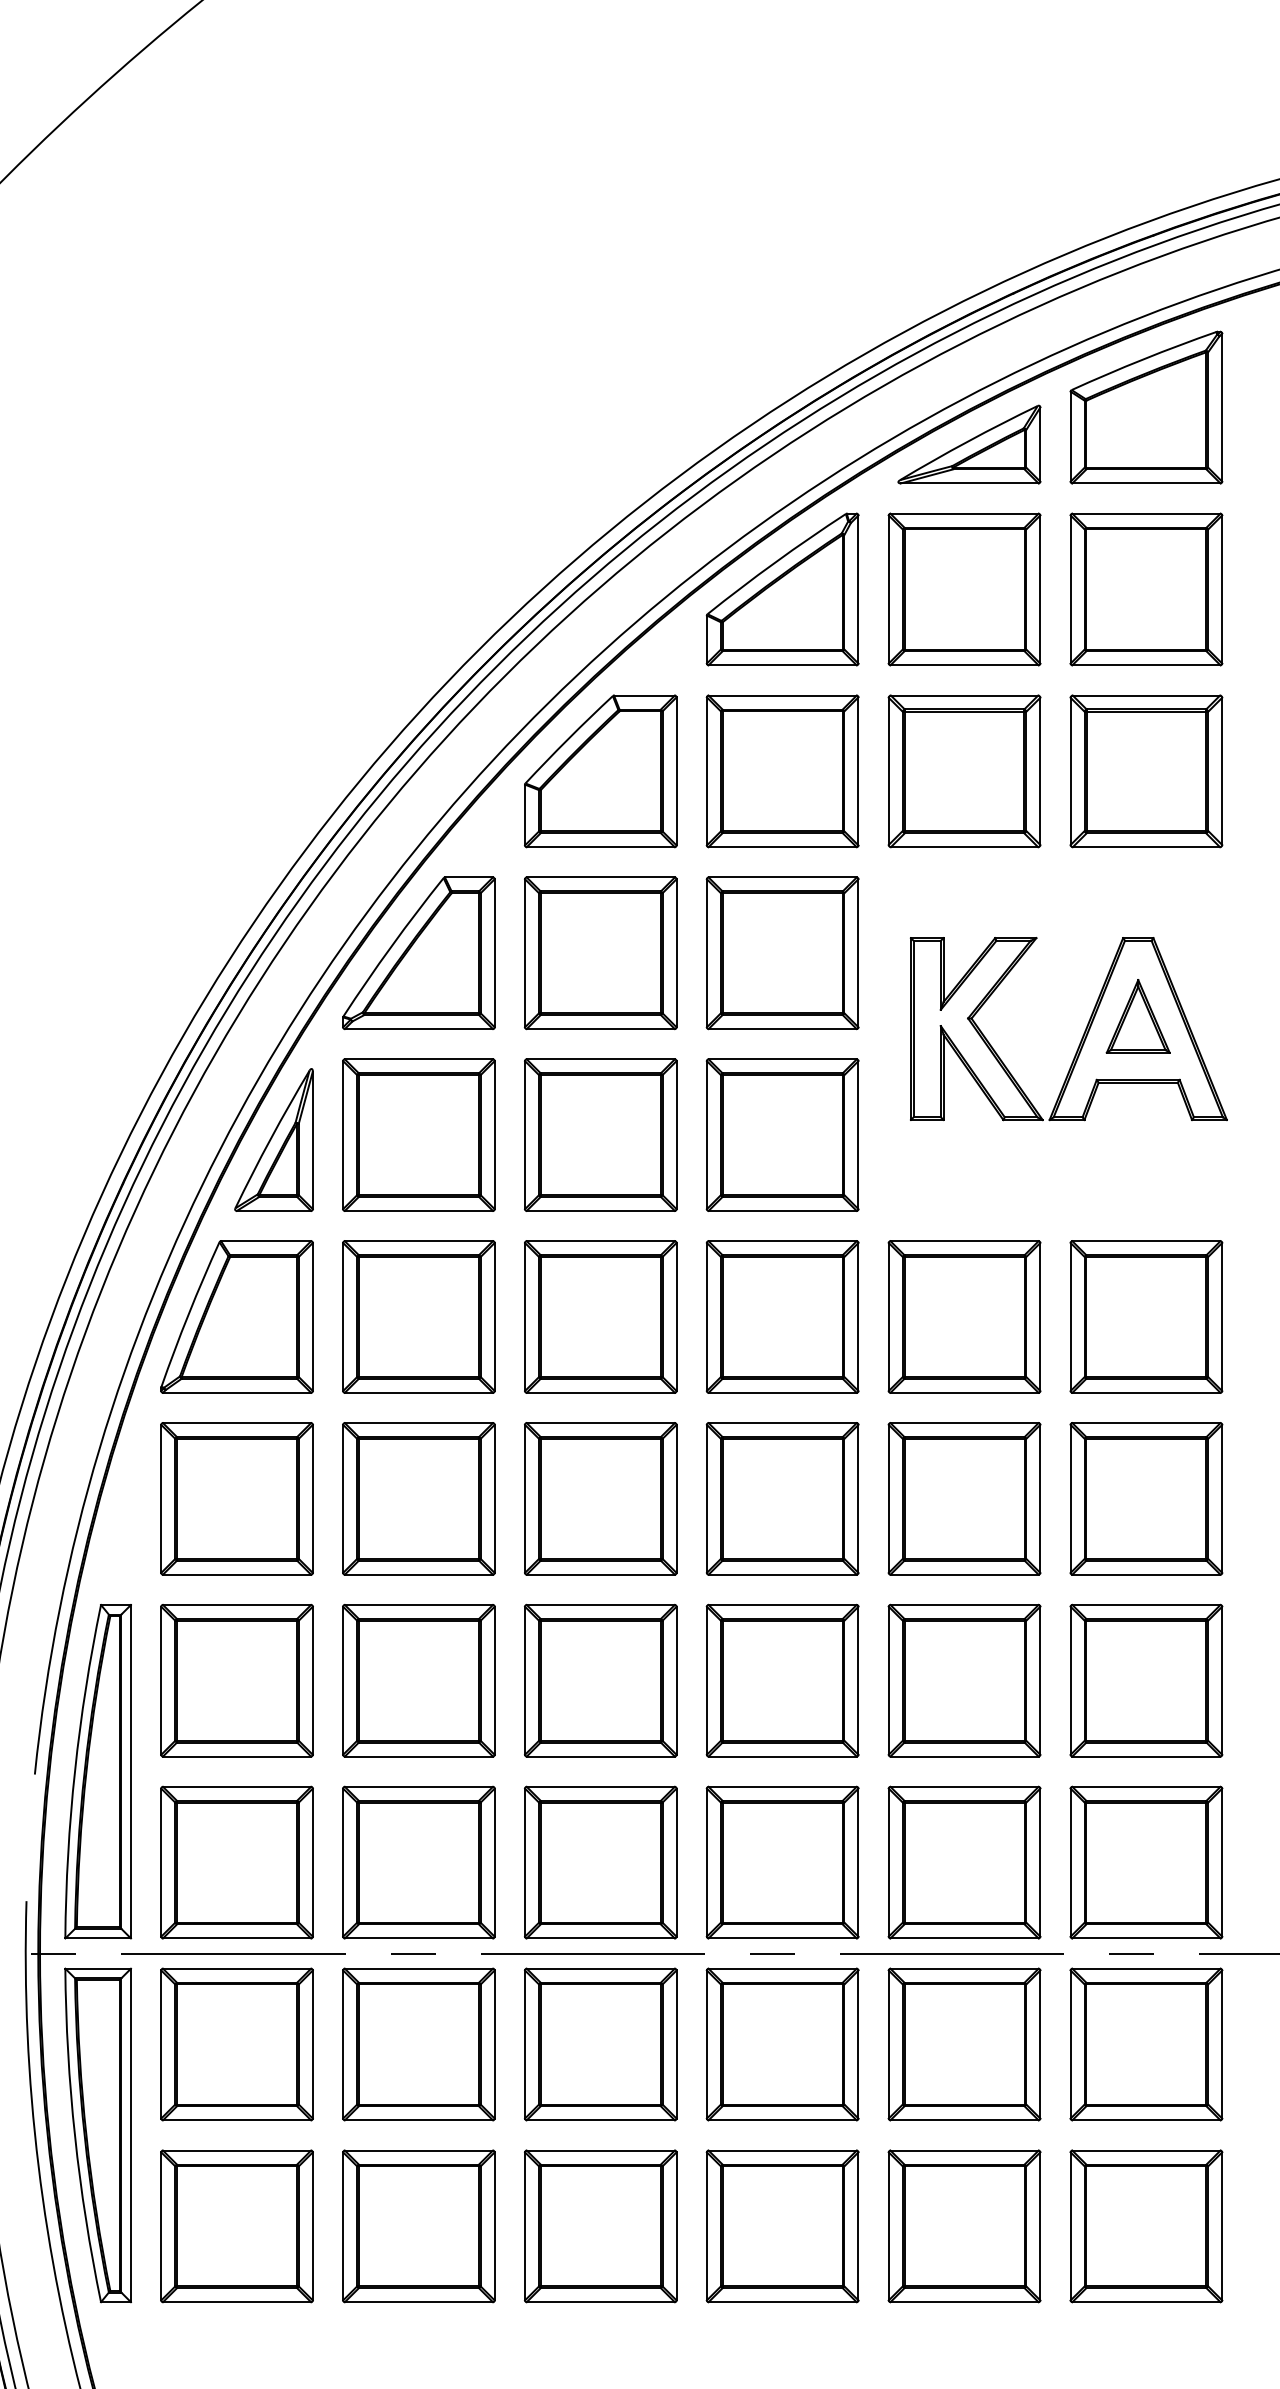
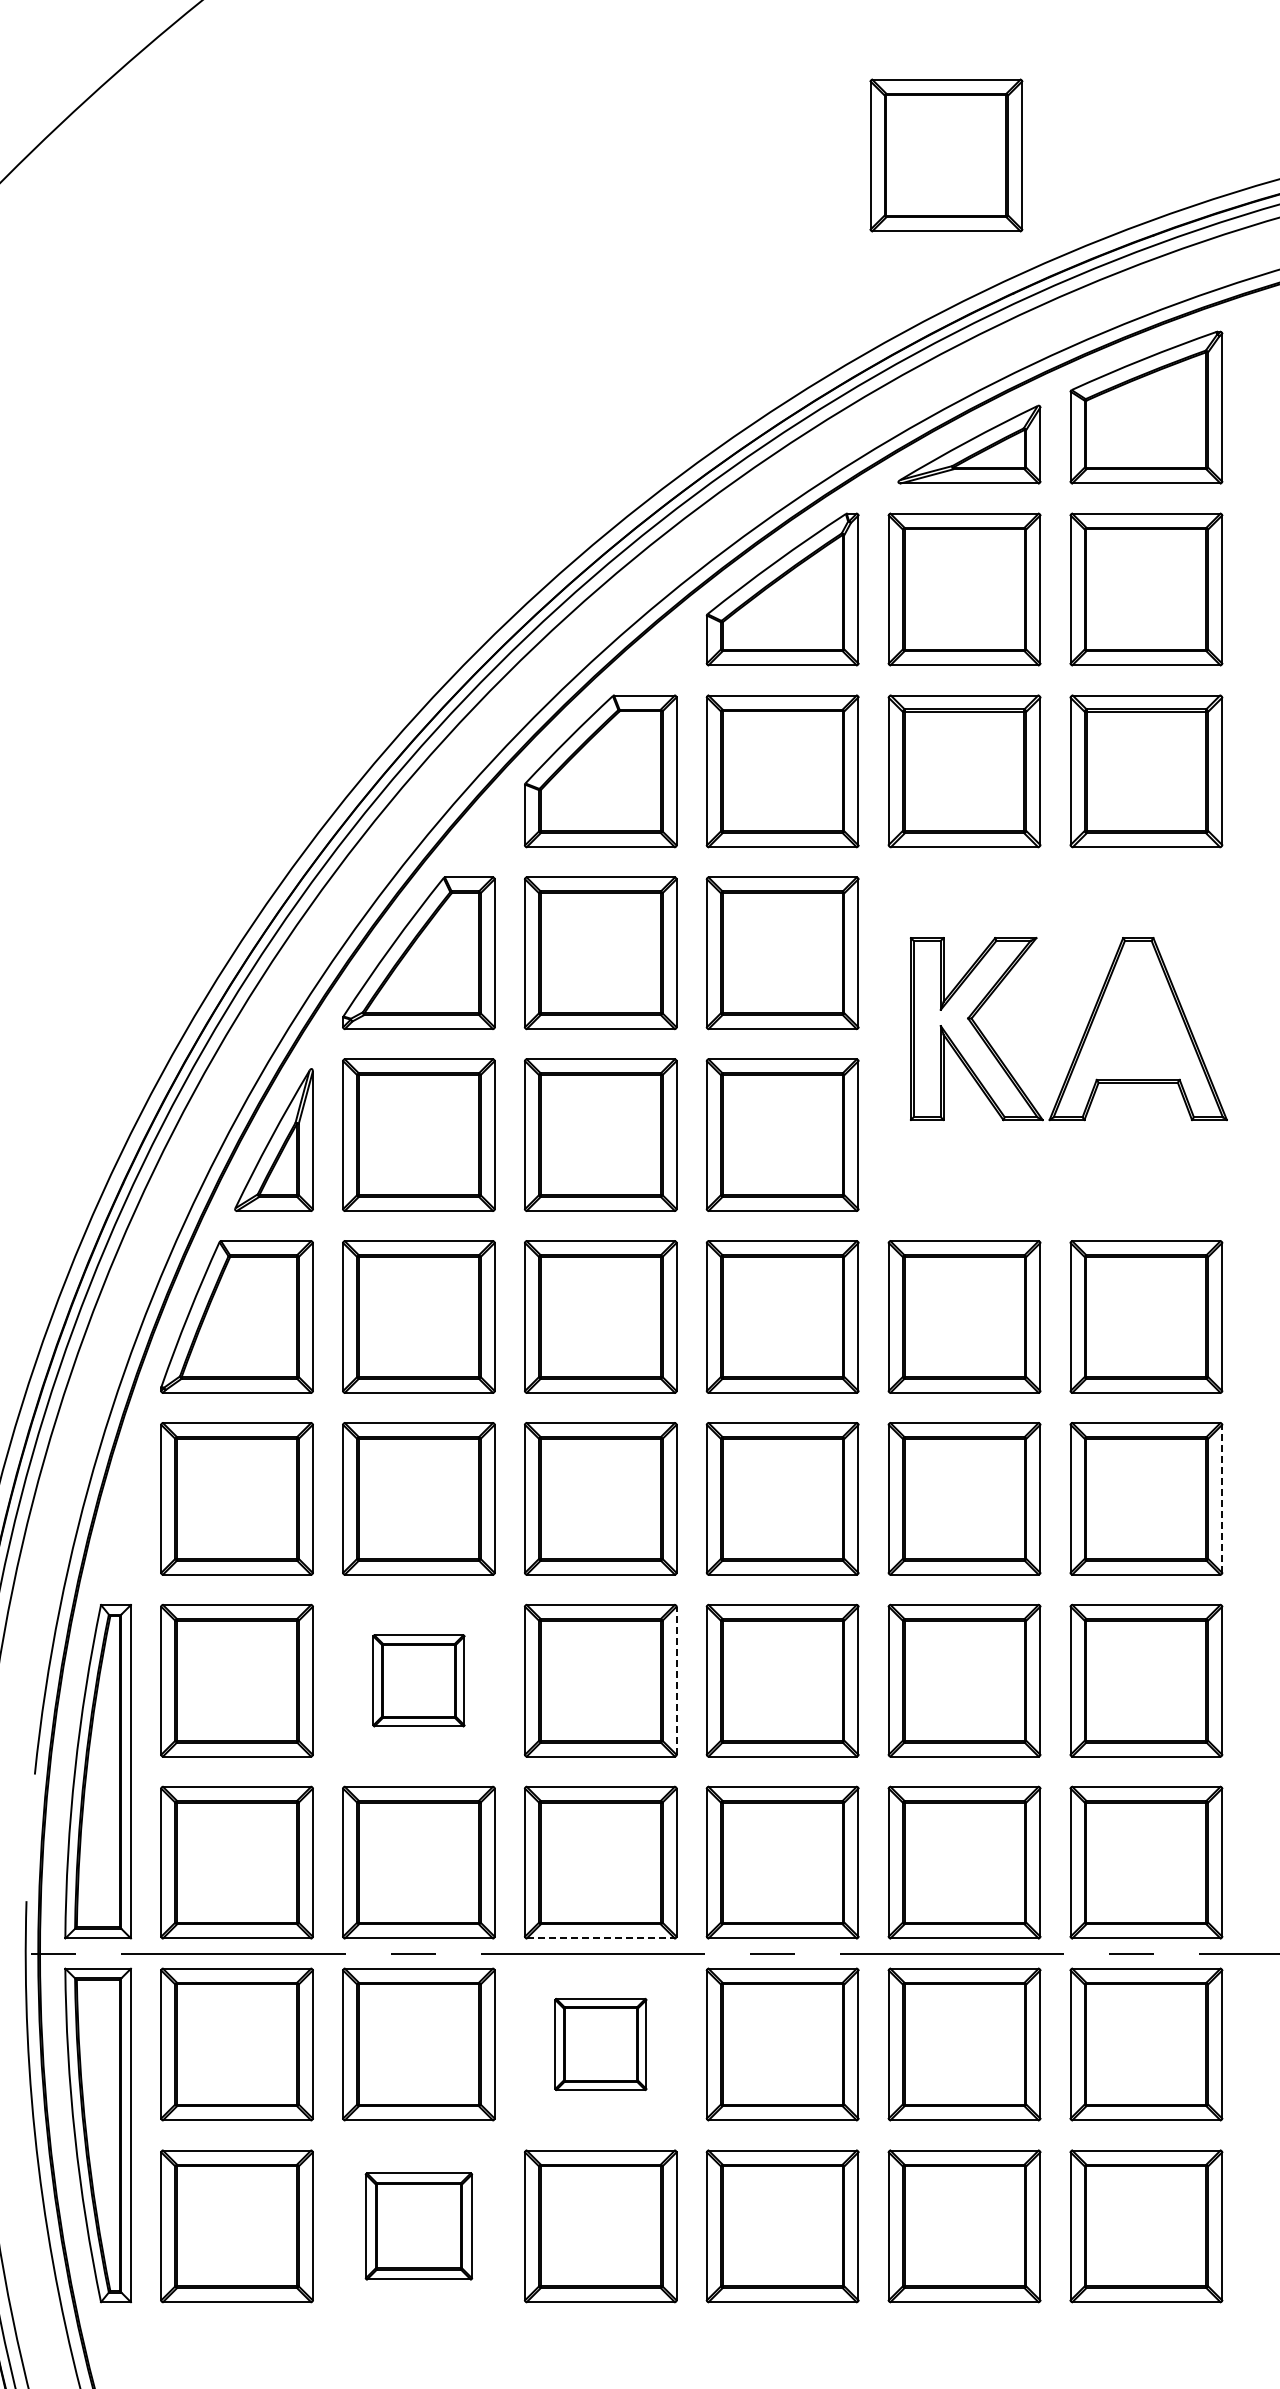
part at (946, 155): none -> present
part at (1137, 1016): present -> none
line at (1222, 1498): solid -> dashed
part at (418, 1680) size: 154x154 px -> 94x94 px
line at (676, 1680): solid -> dashed
line at (601, 1938): solid -> dashed
part at (600, 2044) size: 154x155 px -> 94x93 px
part at (418, 2226) size: 154x155 px -> 110x109 px
